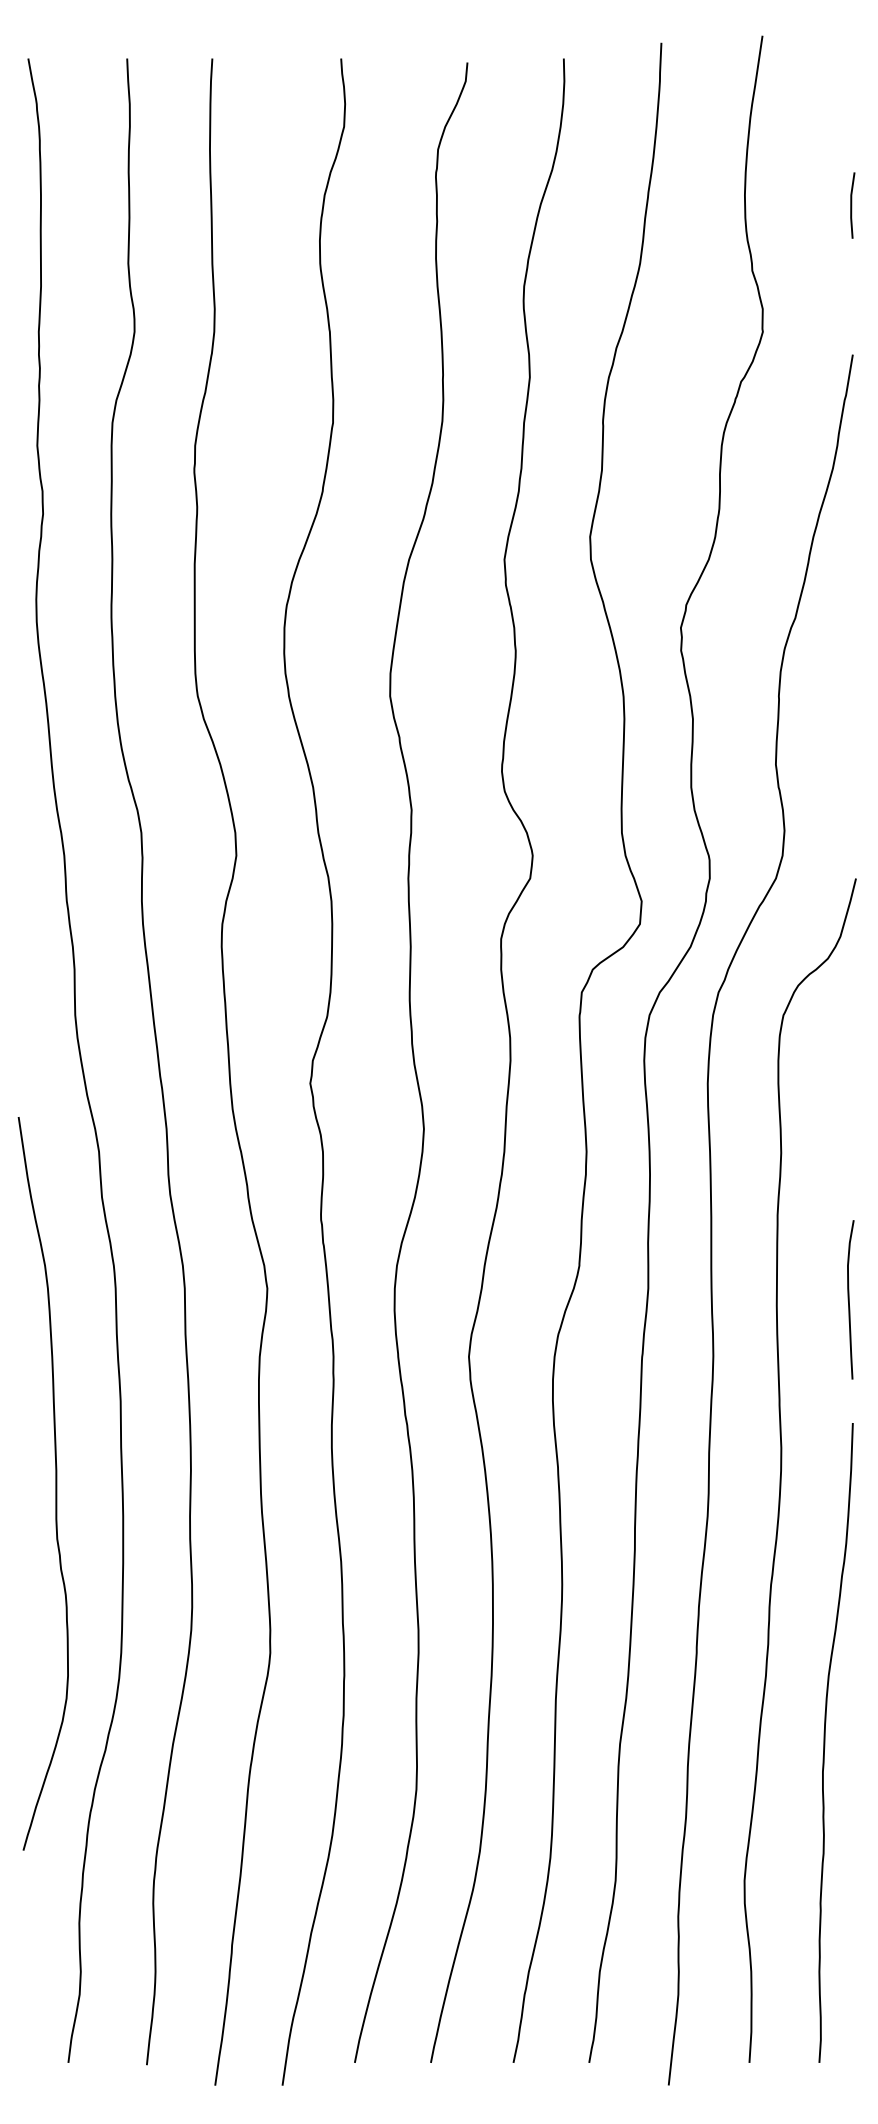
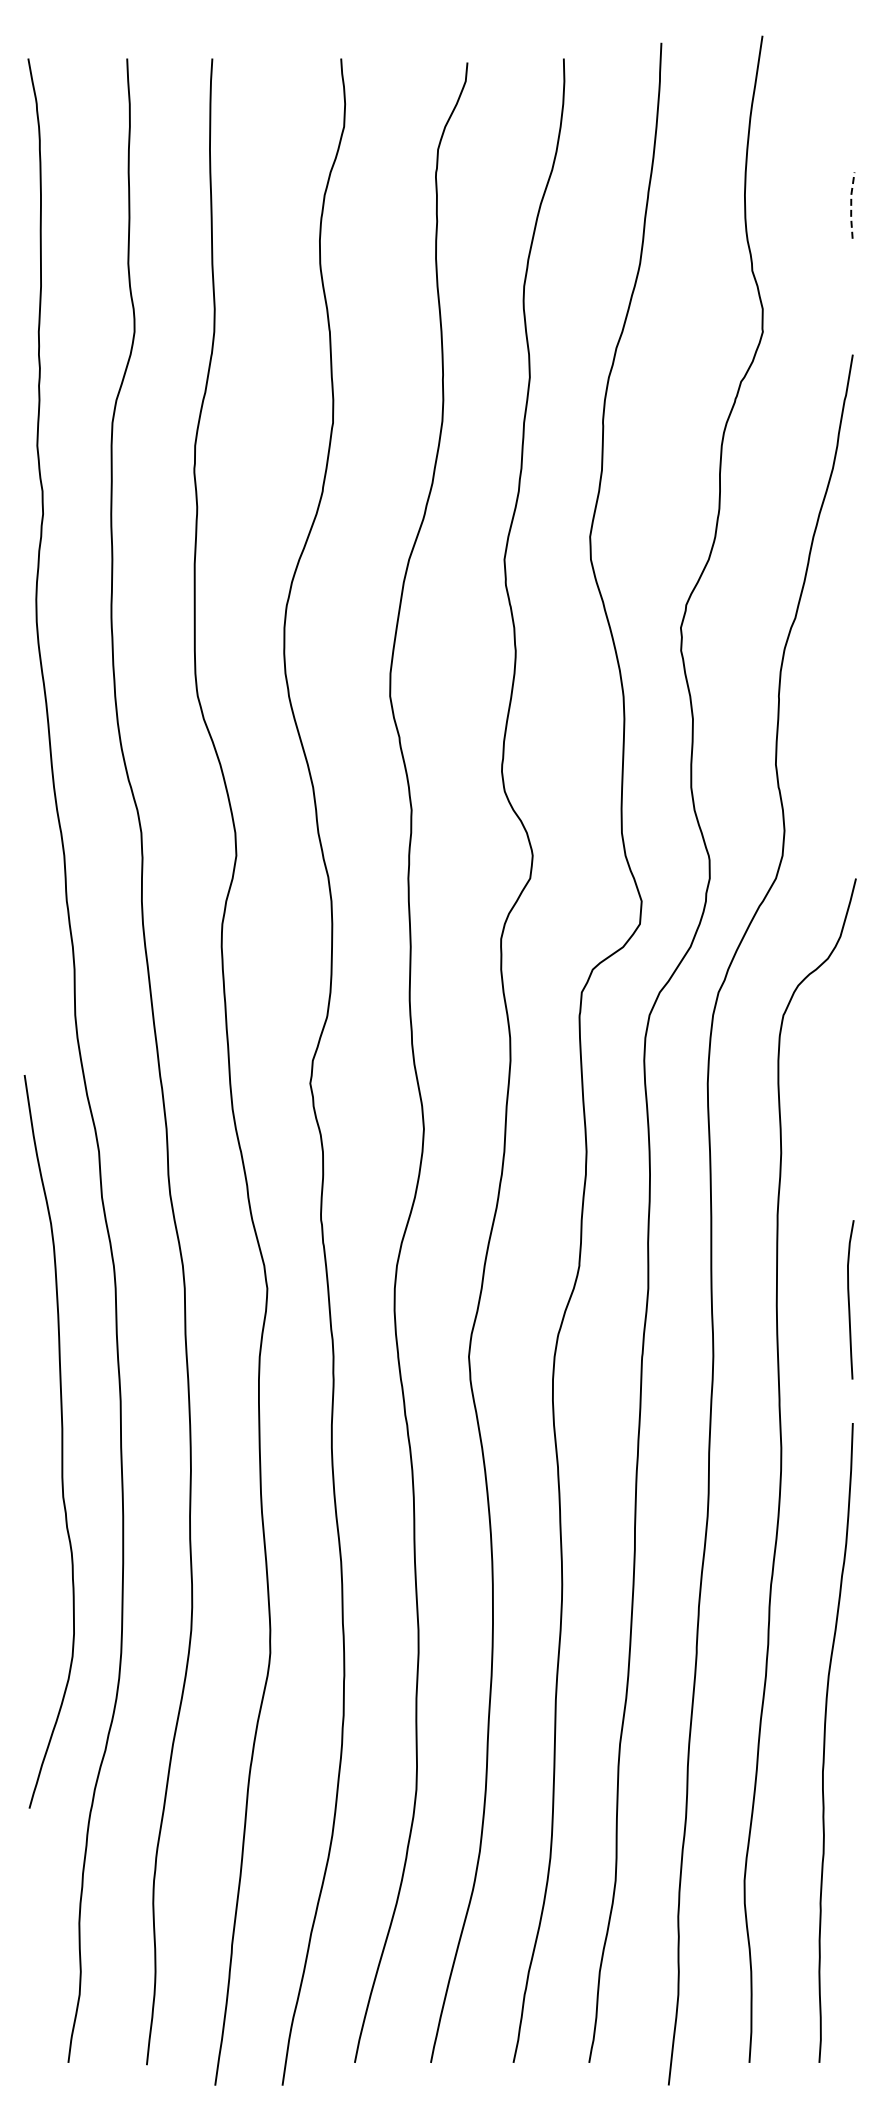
line at (851, 205): solid -> dashed
curve at (55, 1483) position: (55, 1483) -> (61, 1441)
